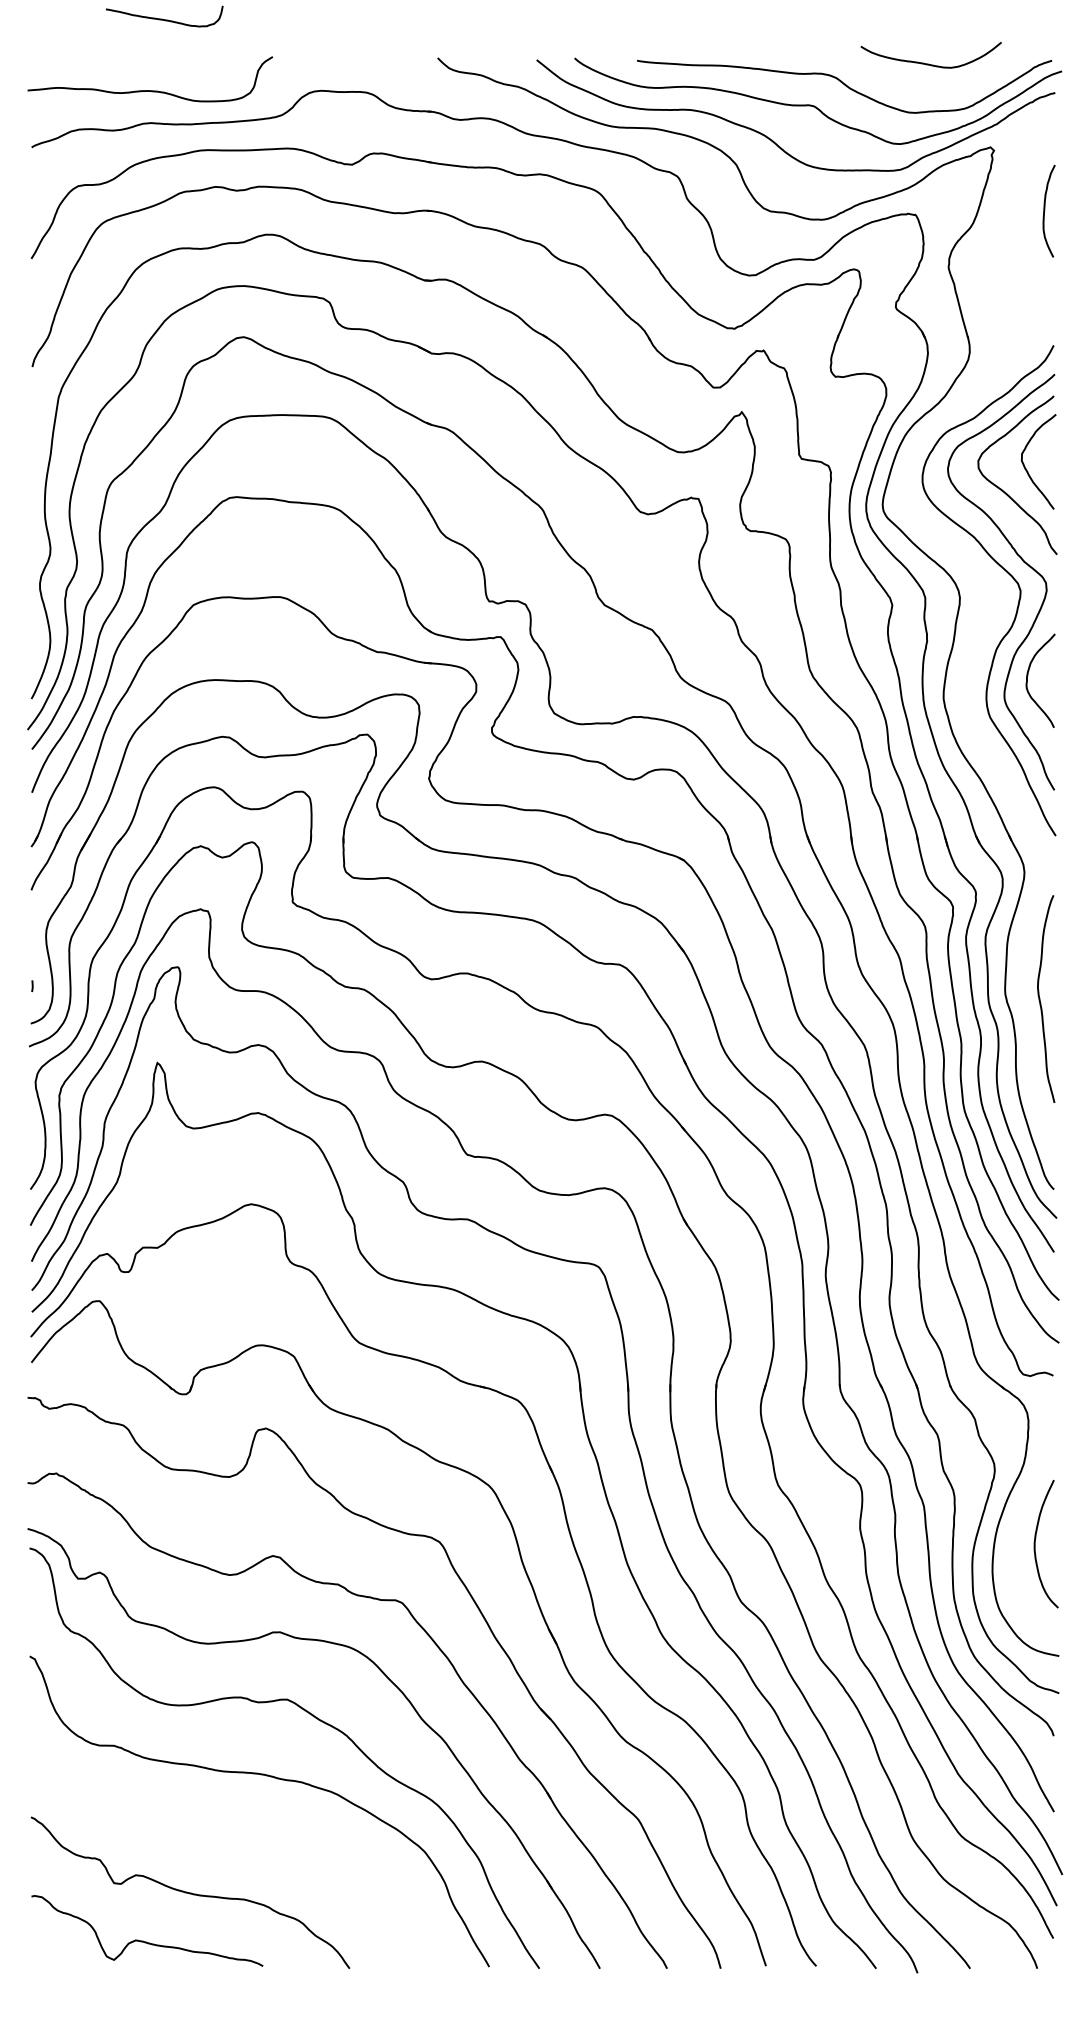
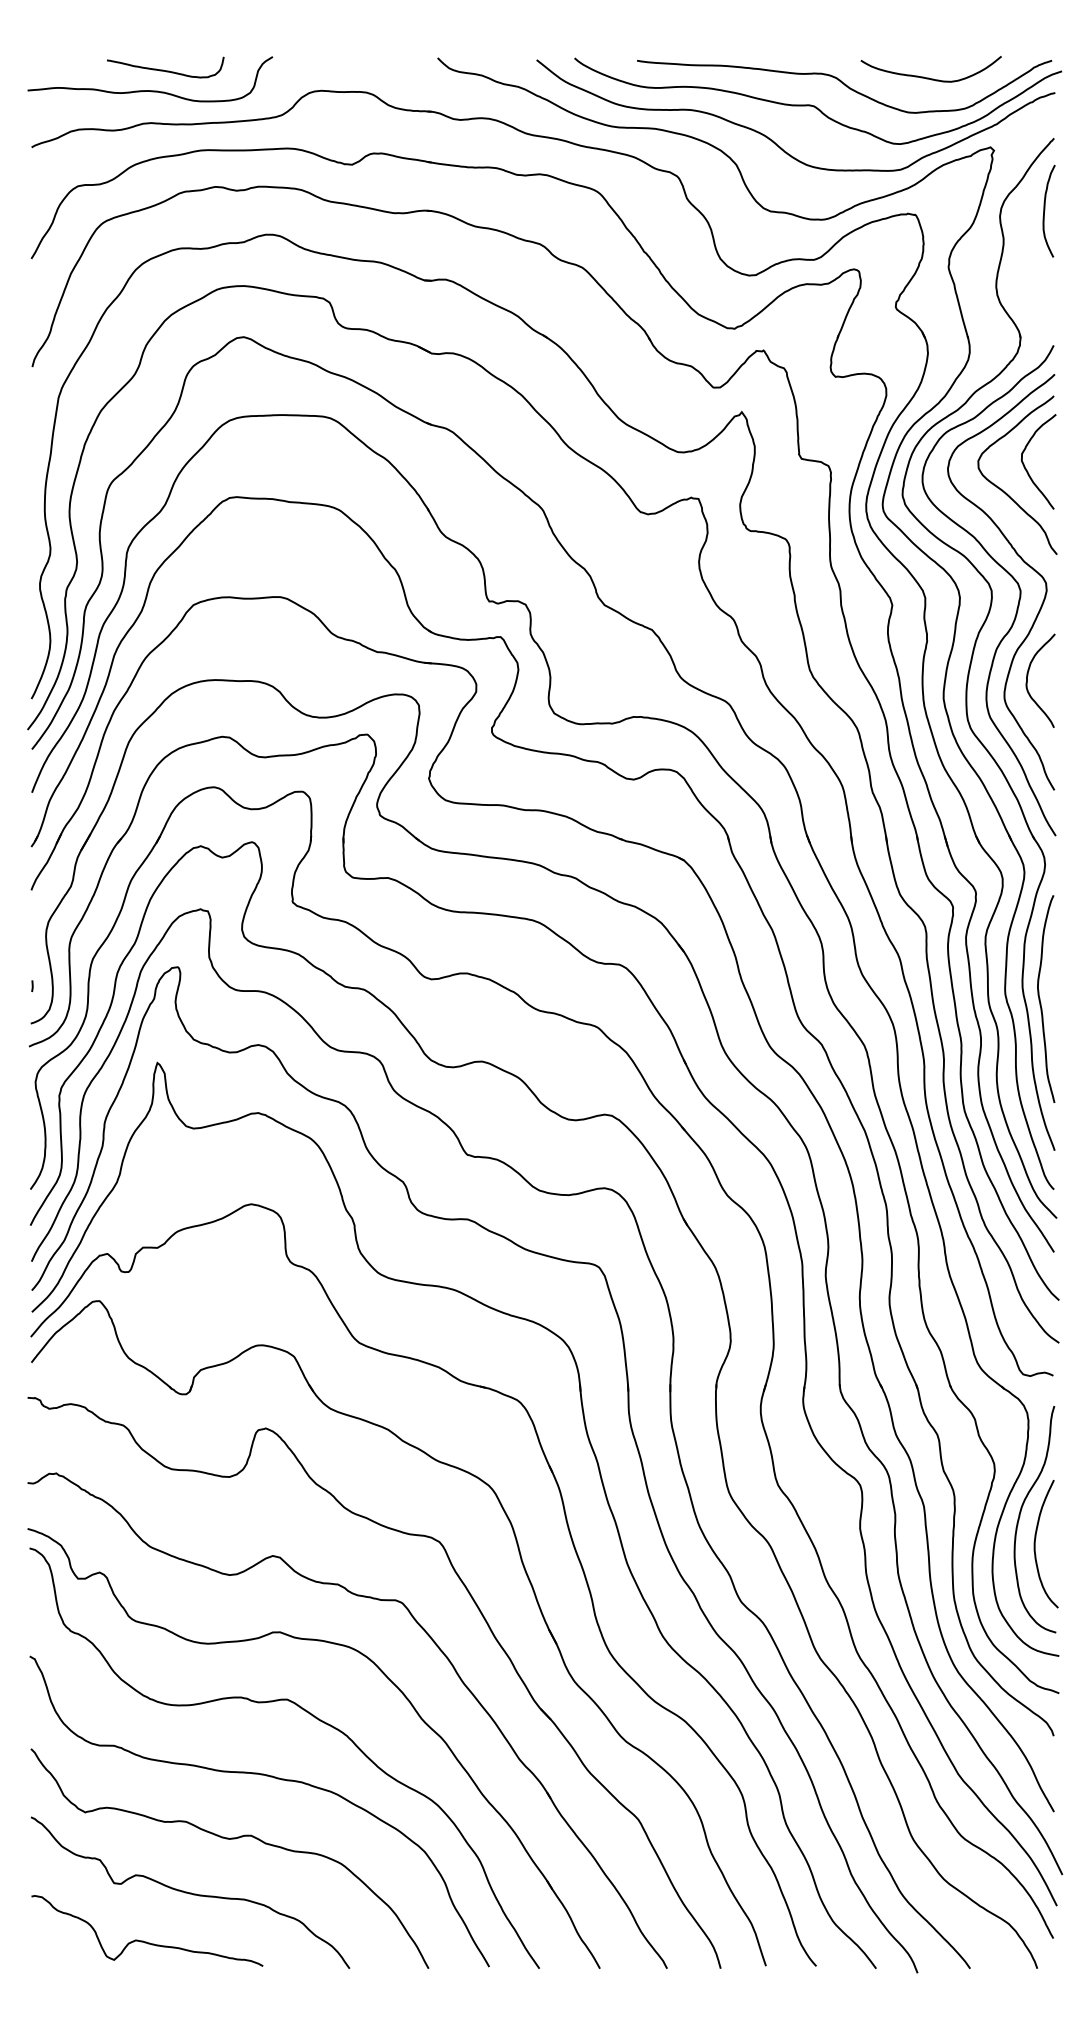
curve at (162, 18) position: (162, 18) -> (163, 69)
curve at (928, 63) position: (928, 63) -> (928, 77)
part at (978, 644): none -> present
curve at (1020, 1516): none -> present
curve at (229, 1839): none -> present
